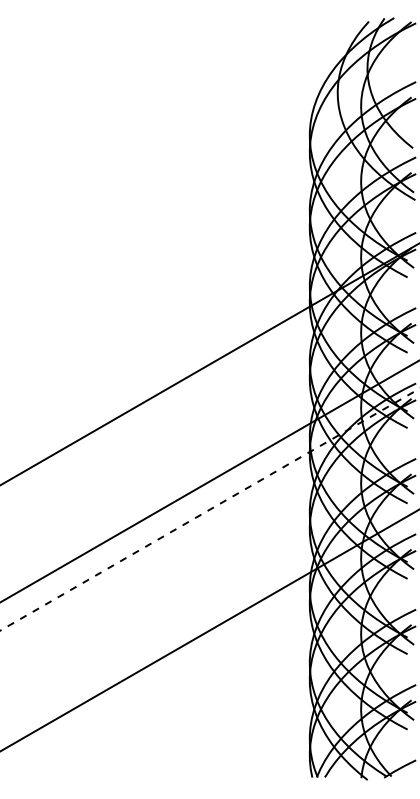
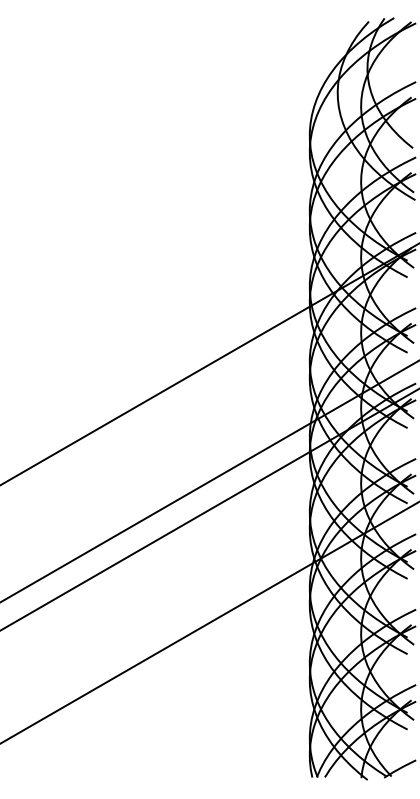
line at (210, 509): dashed -> solid
line at (209, 630) position: (209, 630) -> (209, 622)
